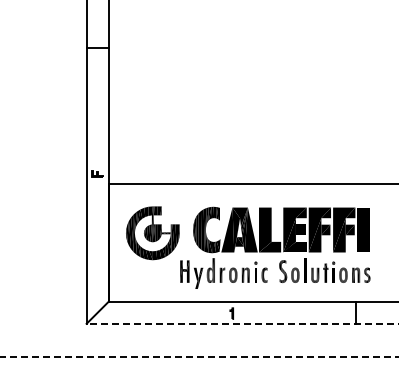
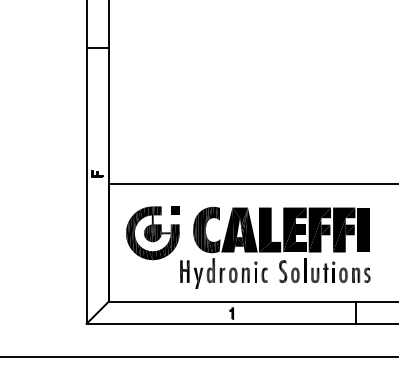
part at (175, 210): none -> present
line at (242, 323): dashed -> solid
line at (199, 356): dashed -> solid
